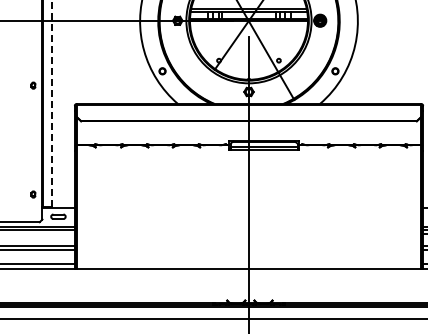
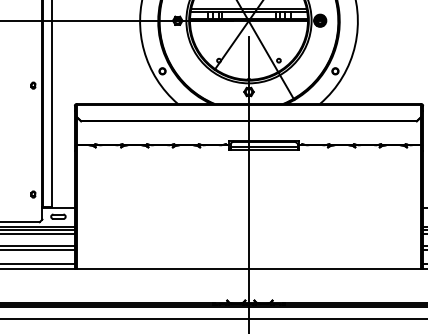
line at (51, 103): dashed -> solid
line at (38, 234): none -> present
